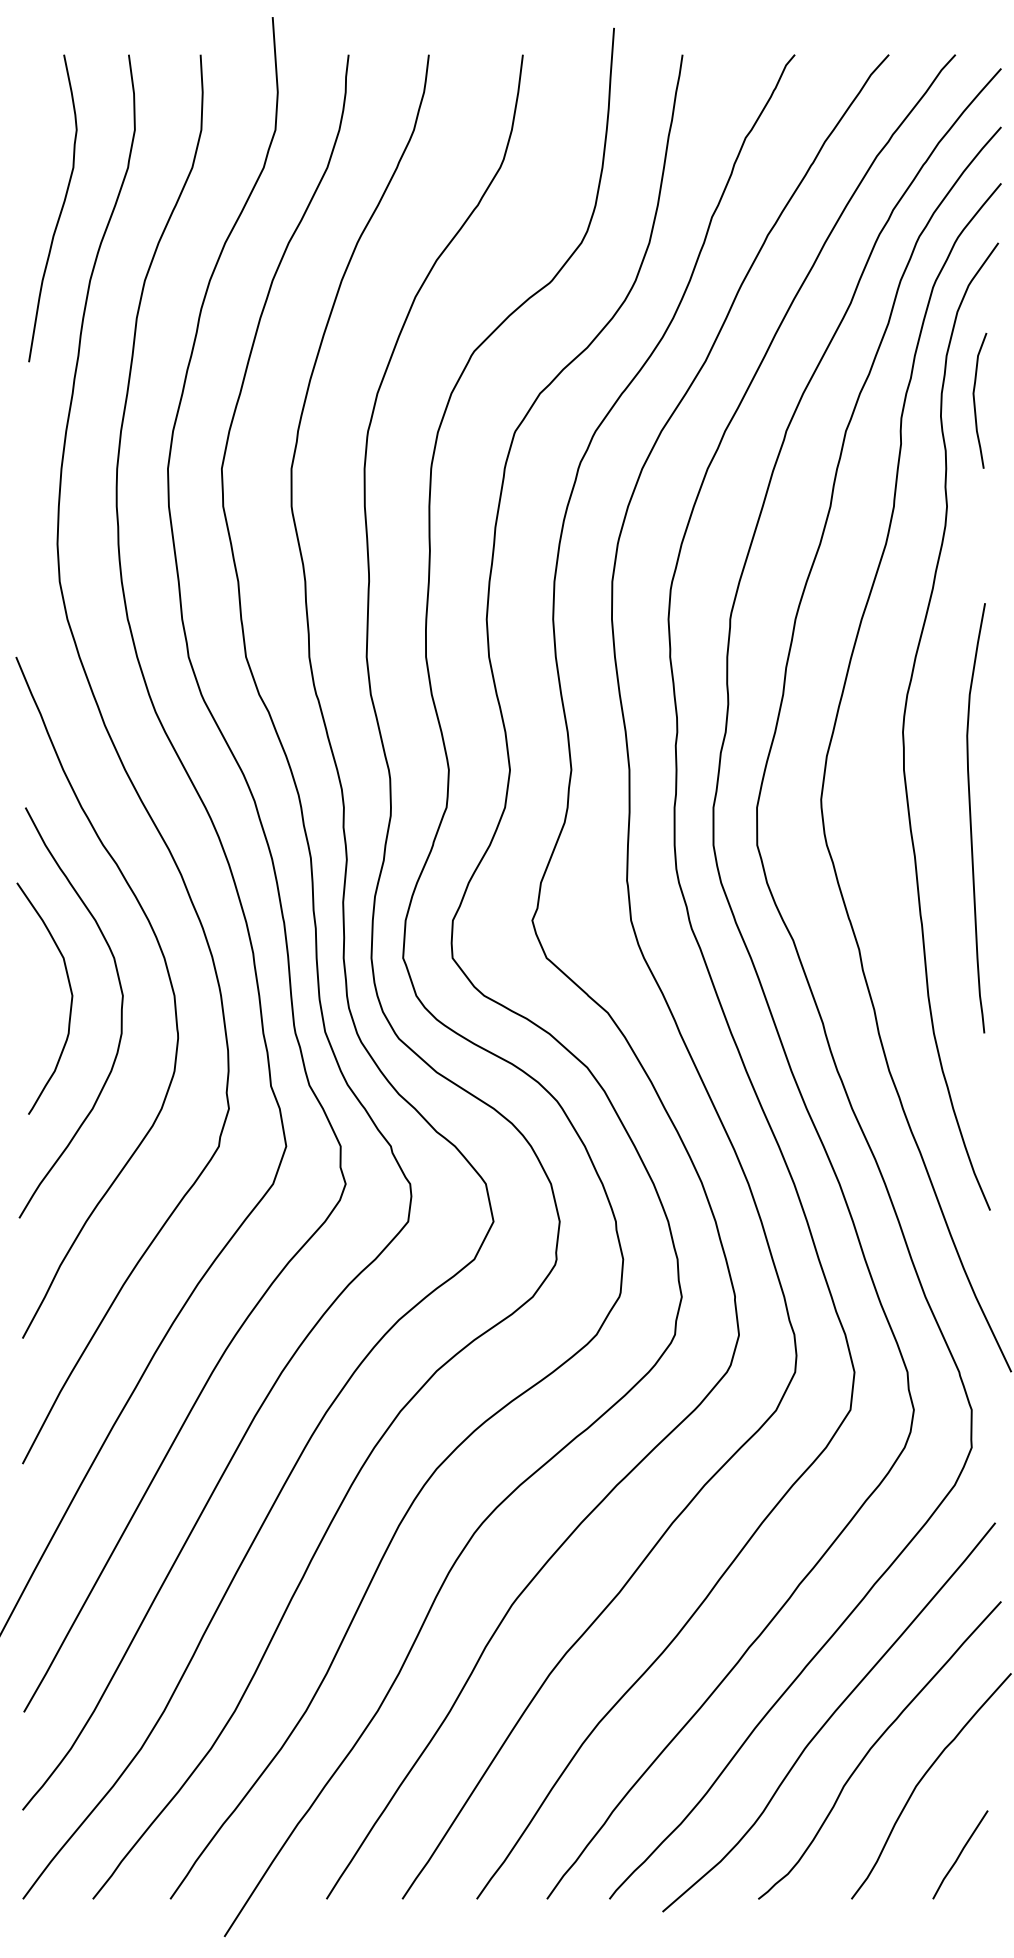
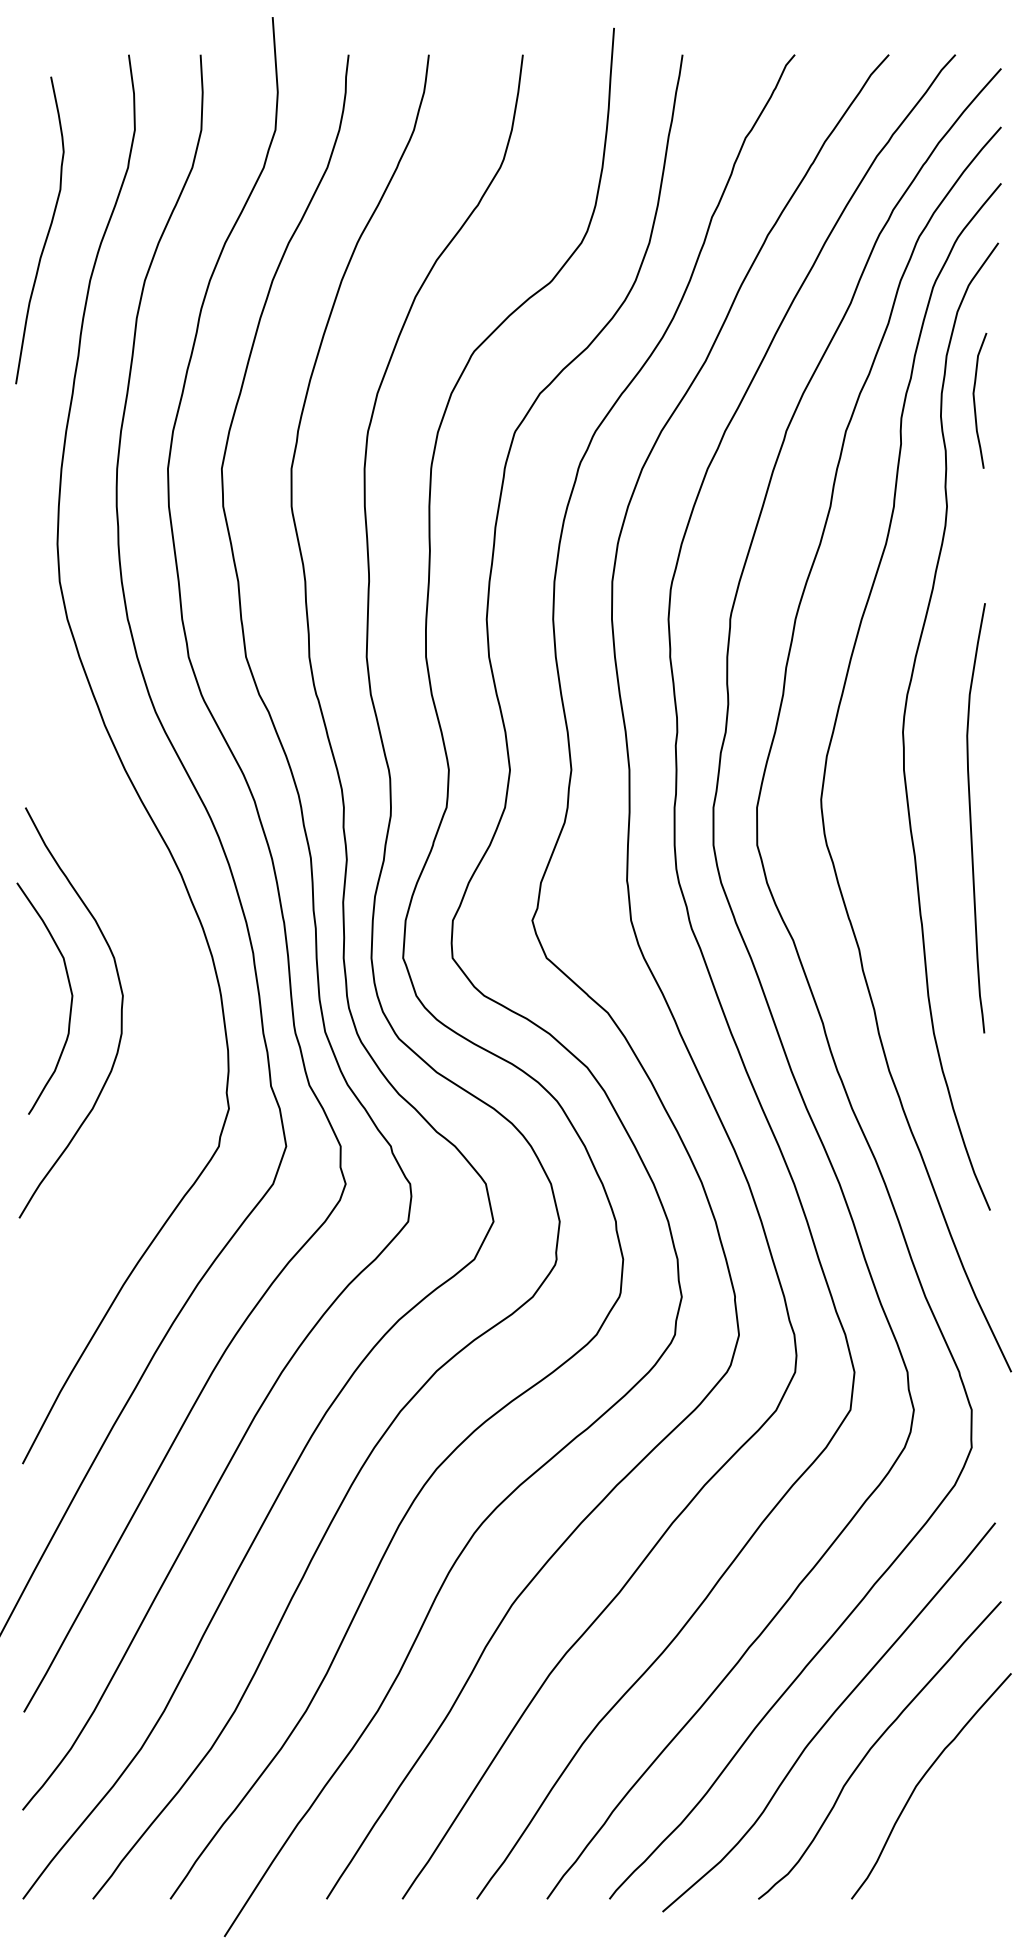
curve at (60, 210) position: (60, 210) -> (47, 232)
curve at (167, 974): present -> none
line at (960, 1854): present -> none
